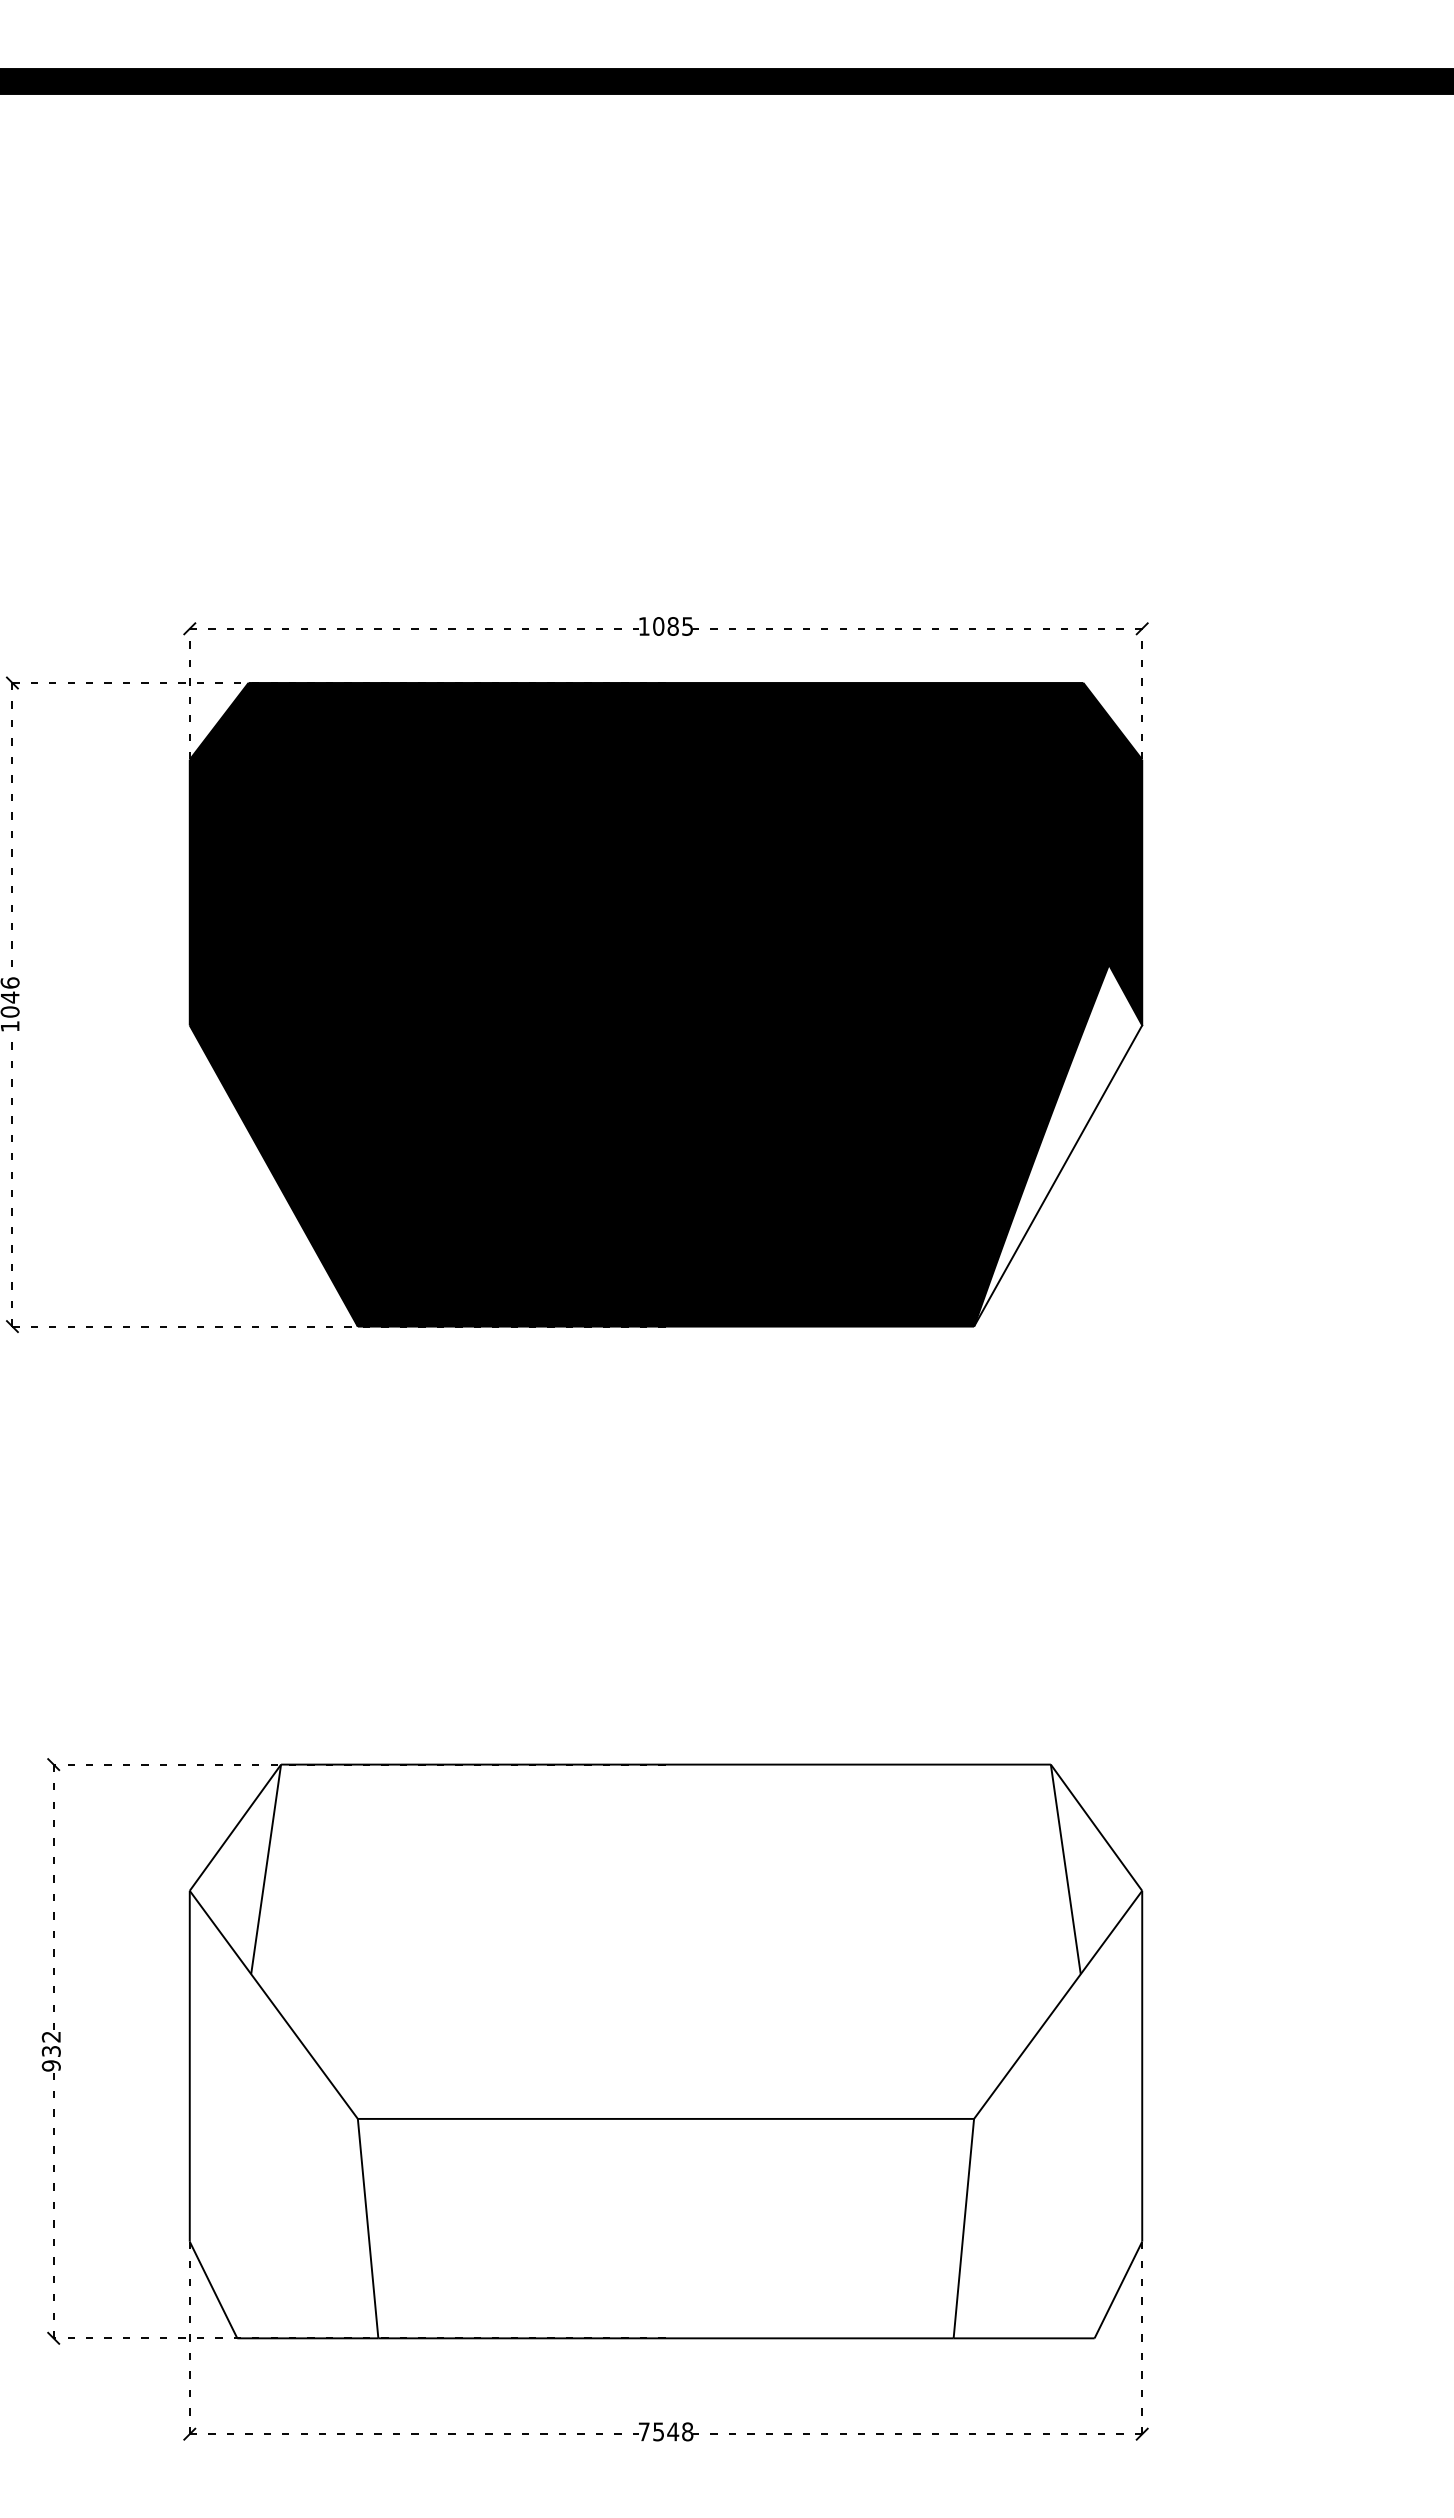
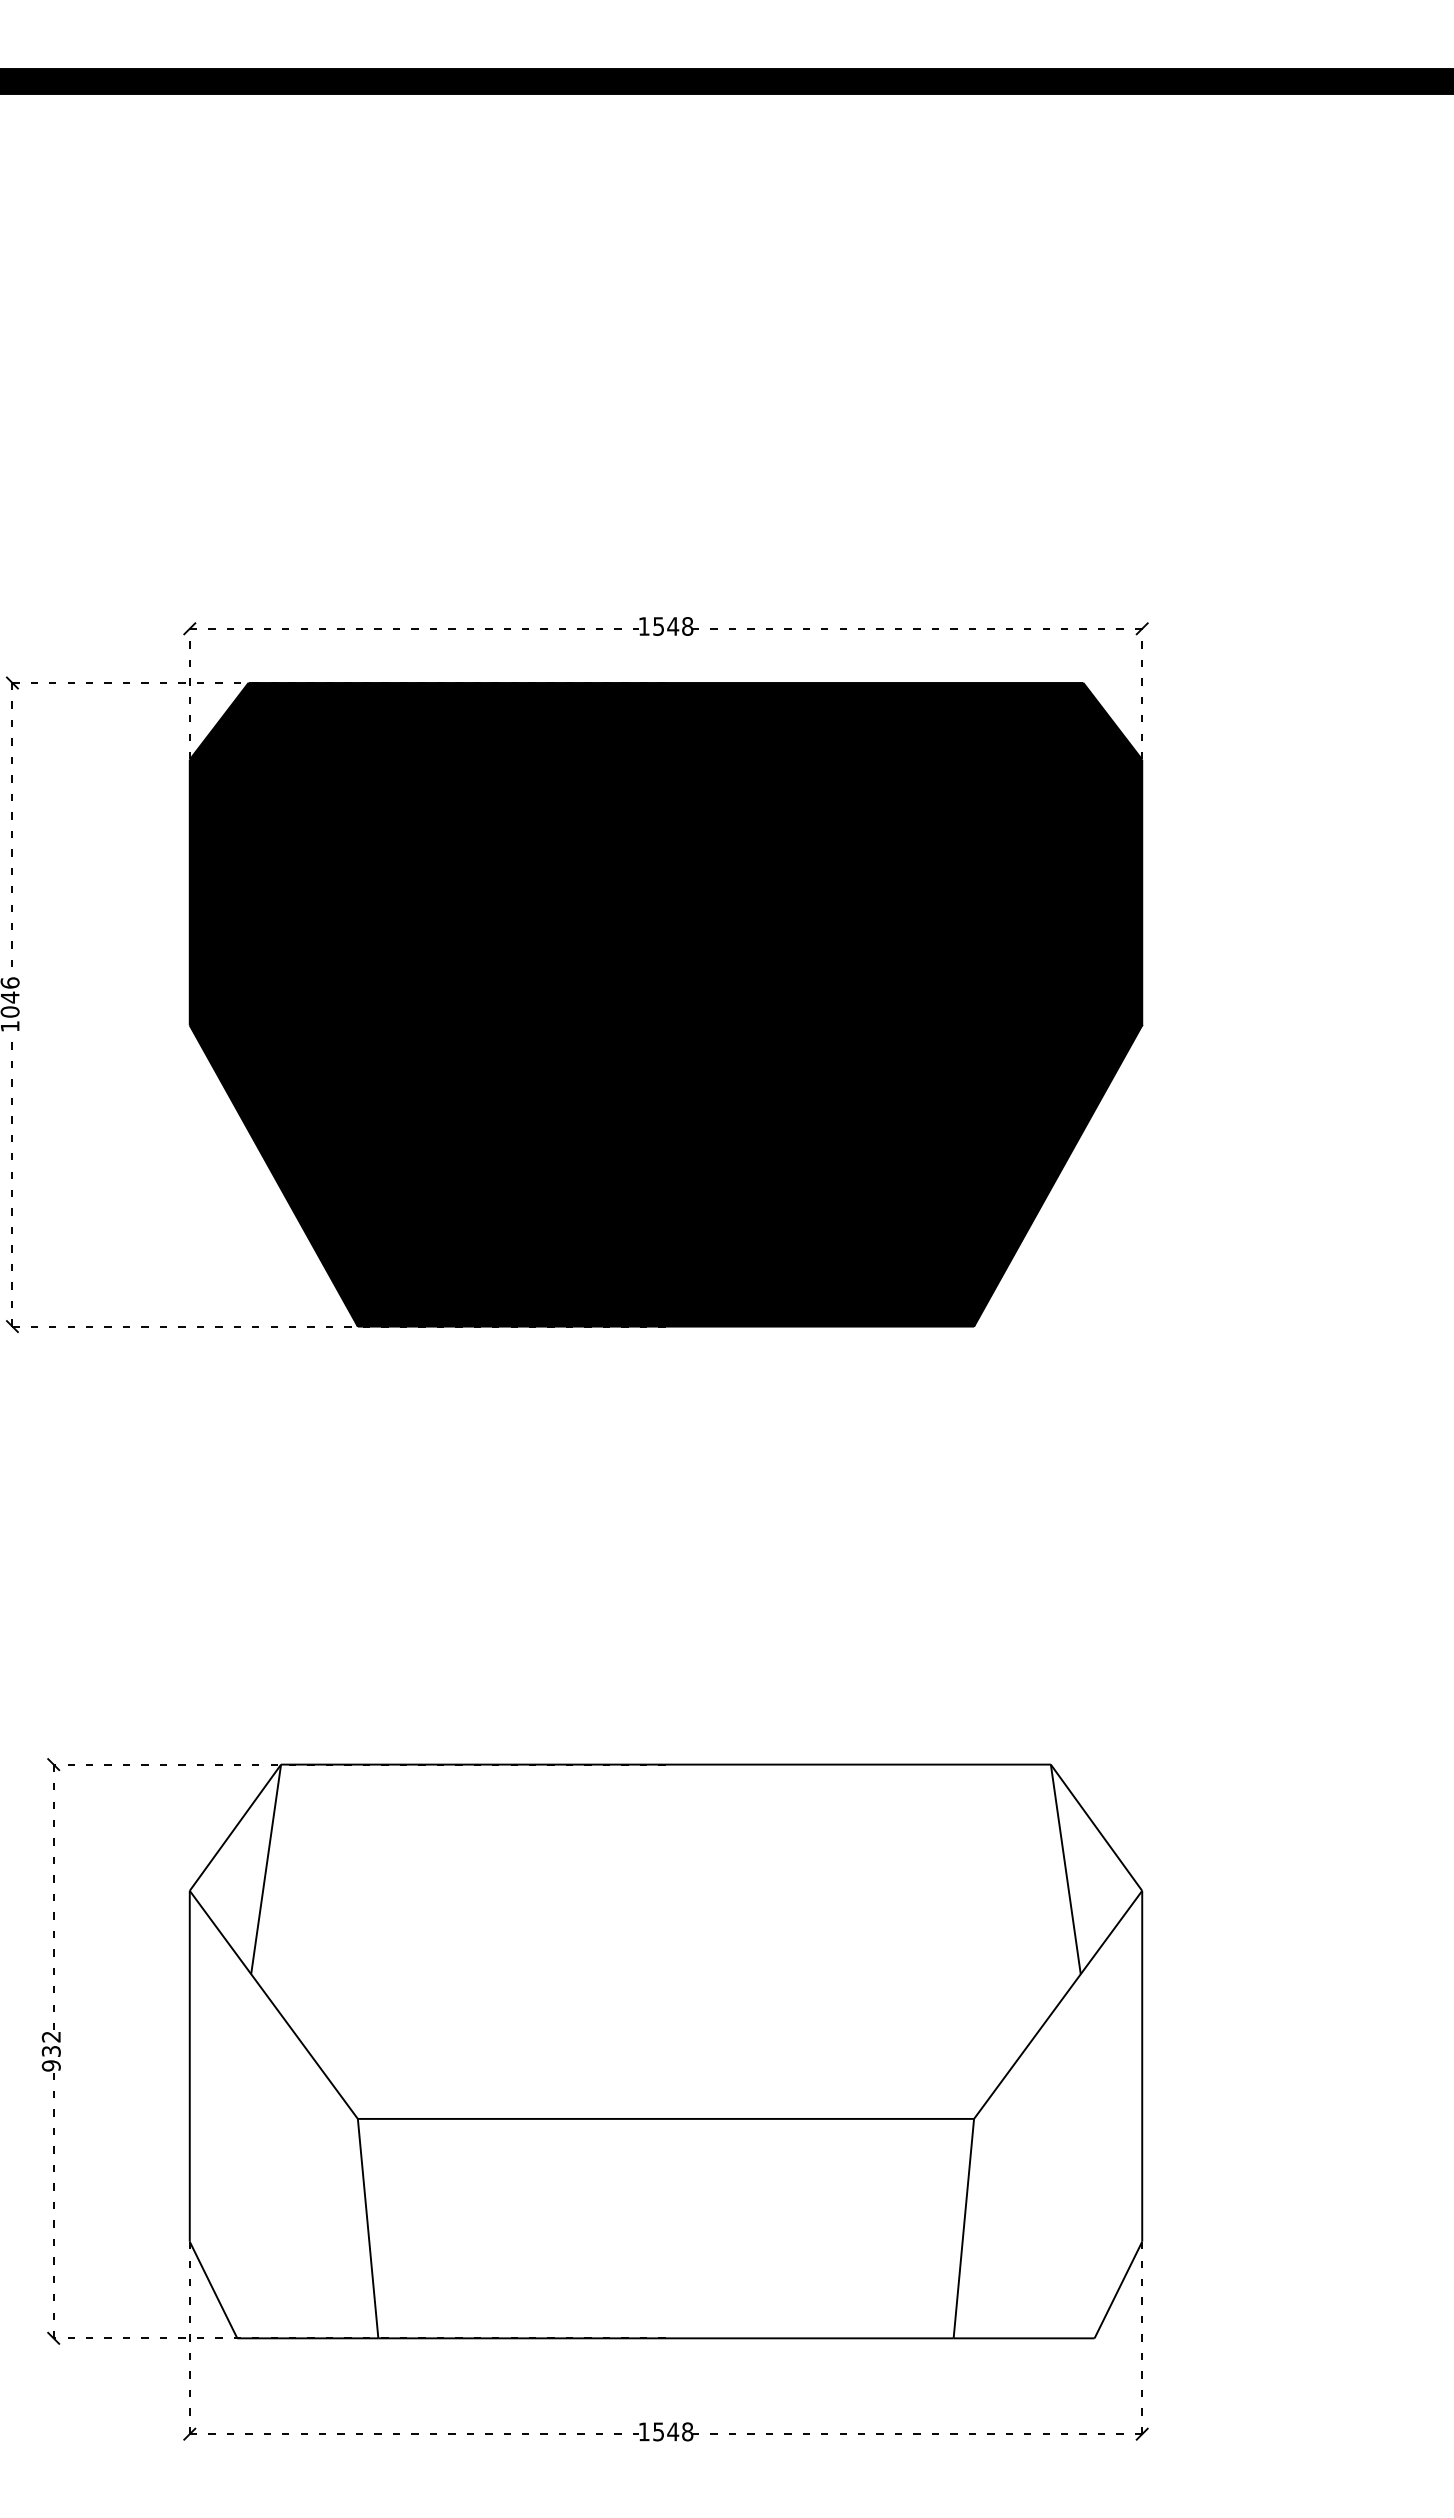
text at (673, 626): 1085 -> 1548
fill at (1058, 1145): none -> present
text at (643, 2431): 7548 -> 1548
